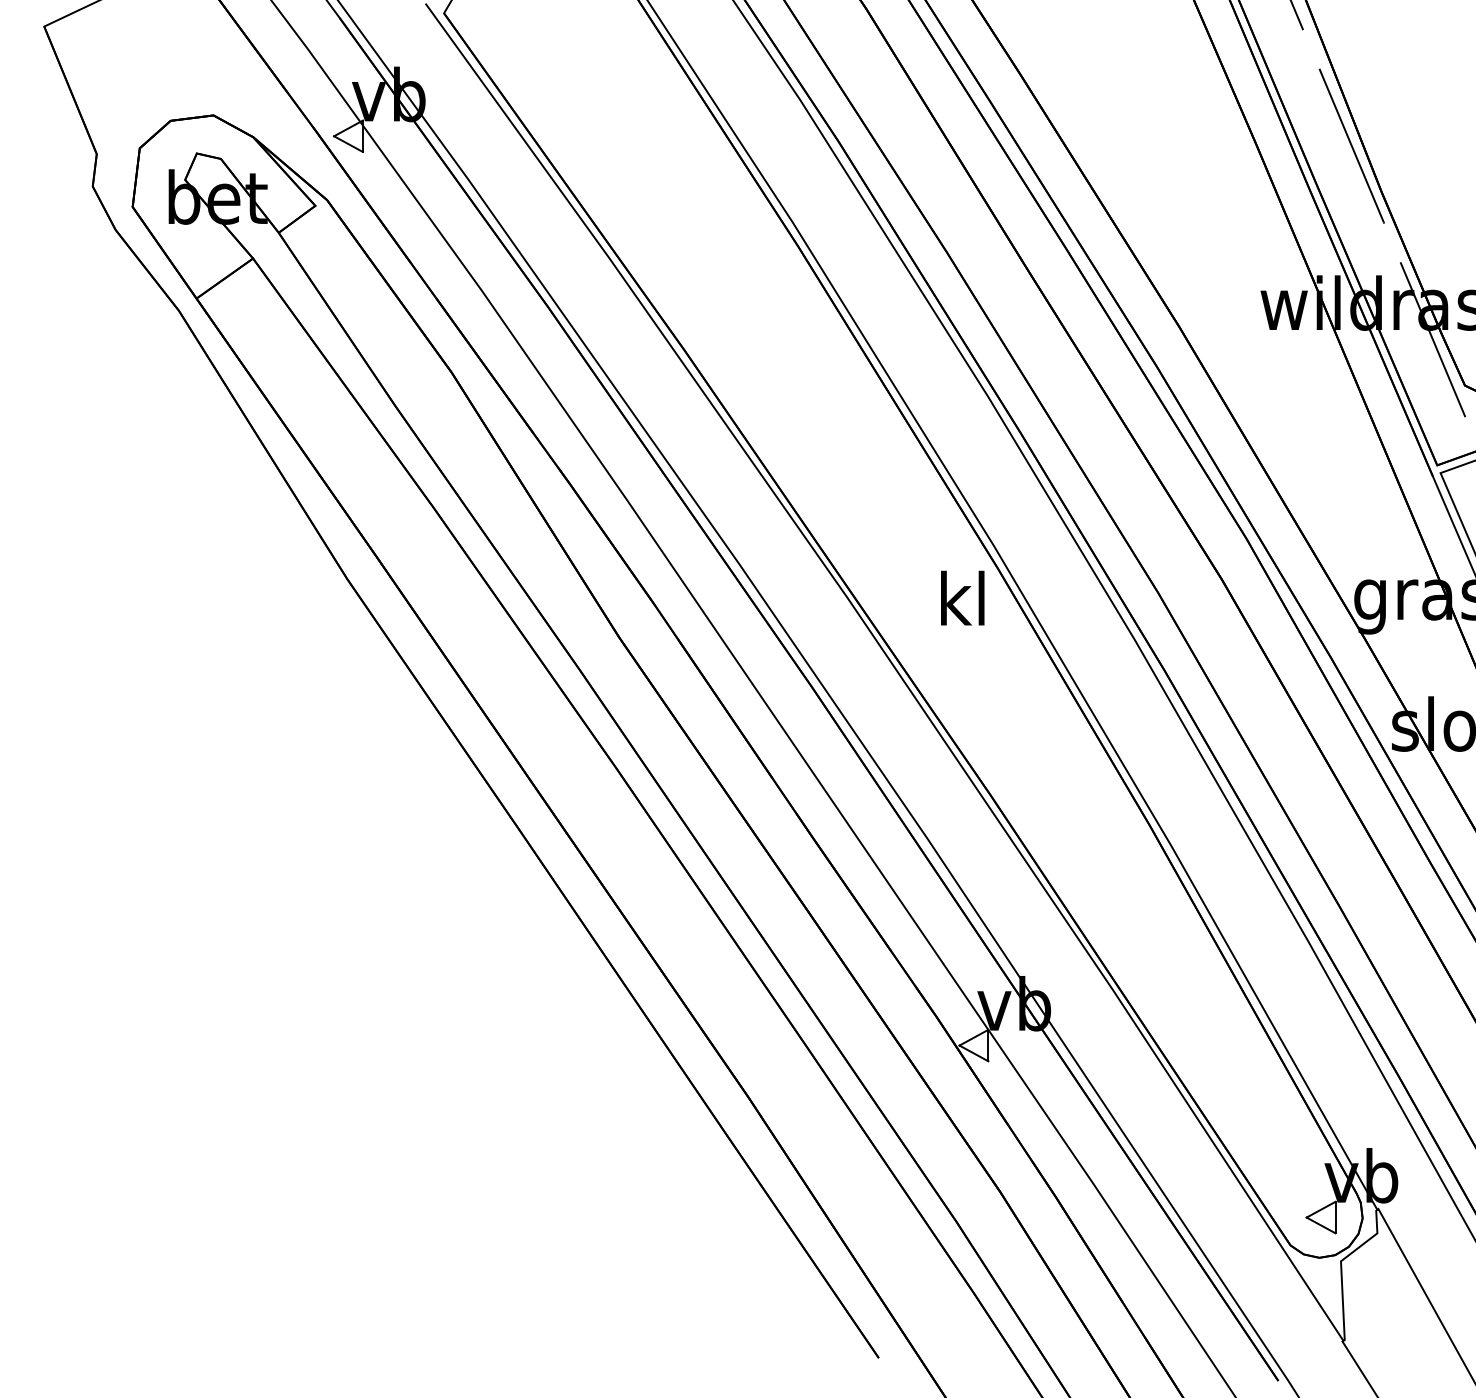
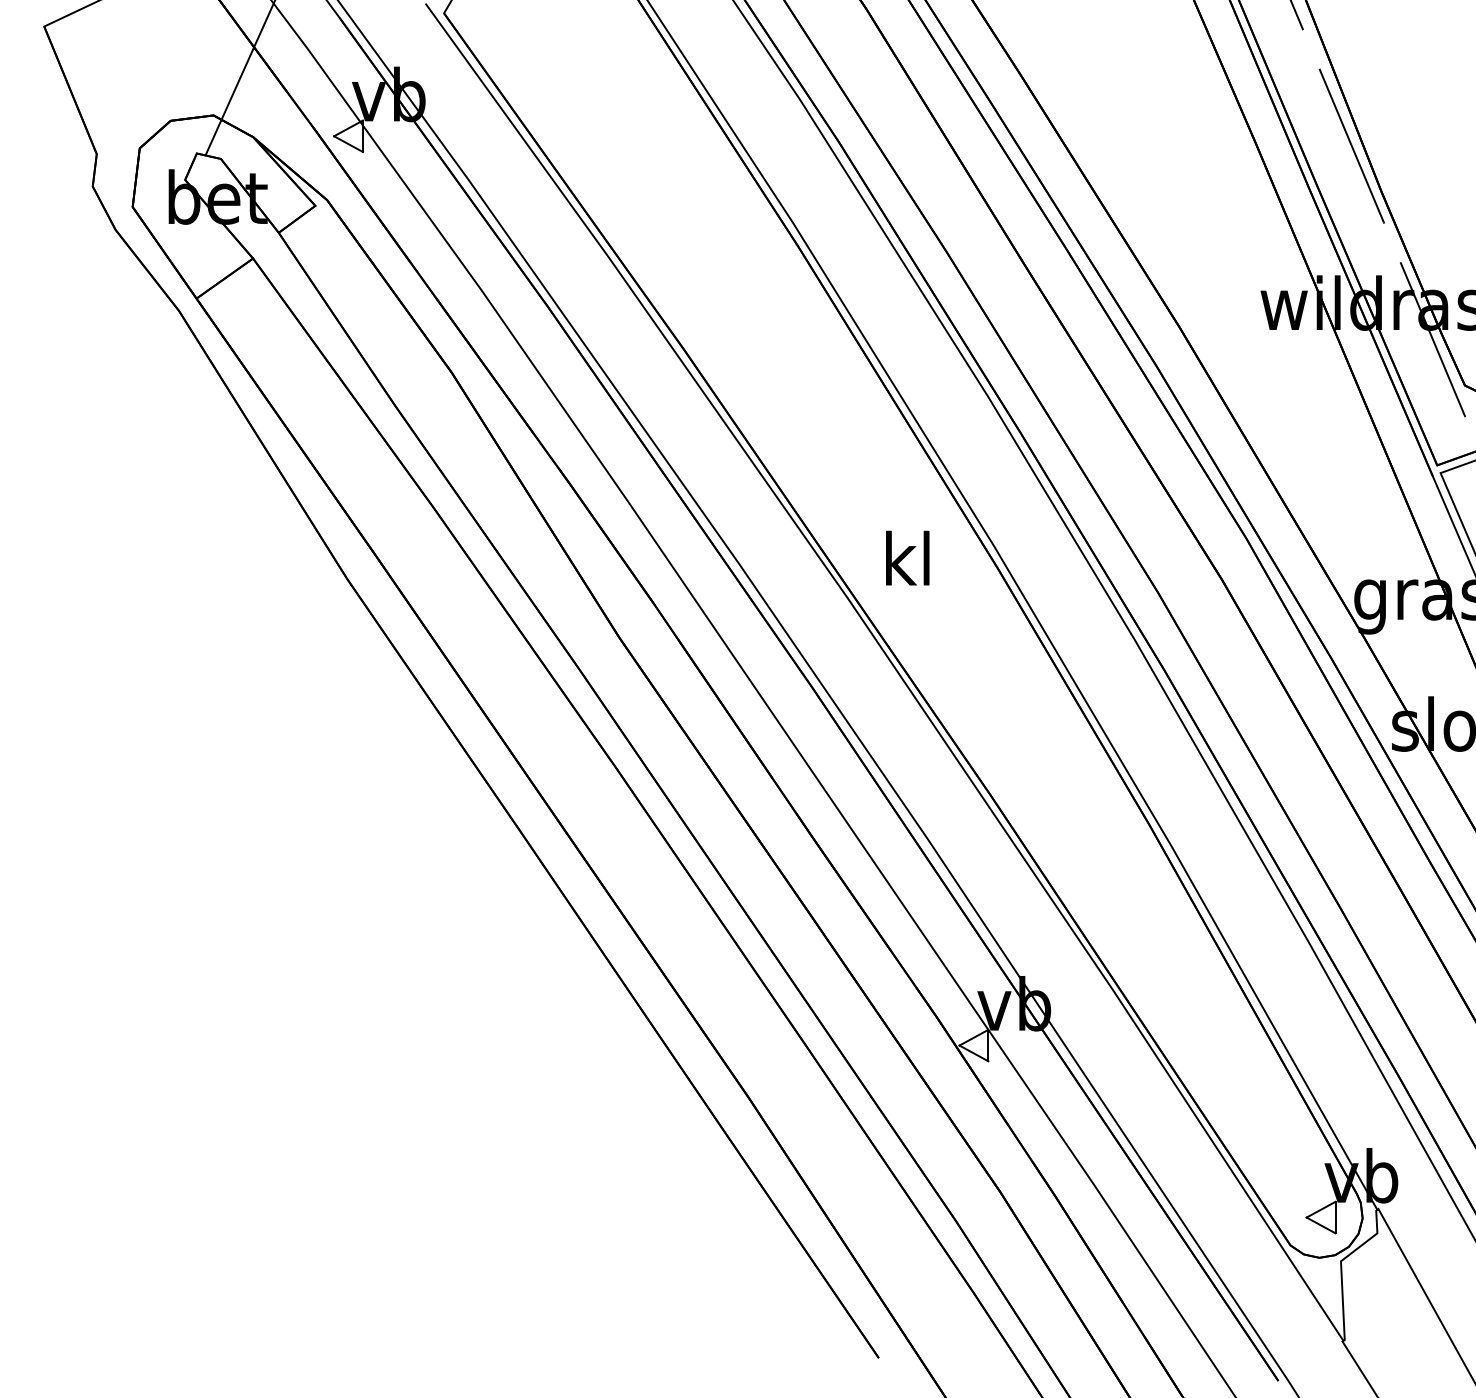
line at (239, 78): none -> present
text at (962, 597) position: (962, 597) -> (907, 557)
